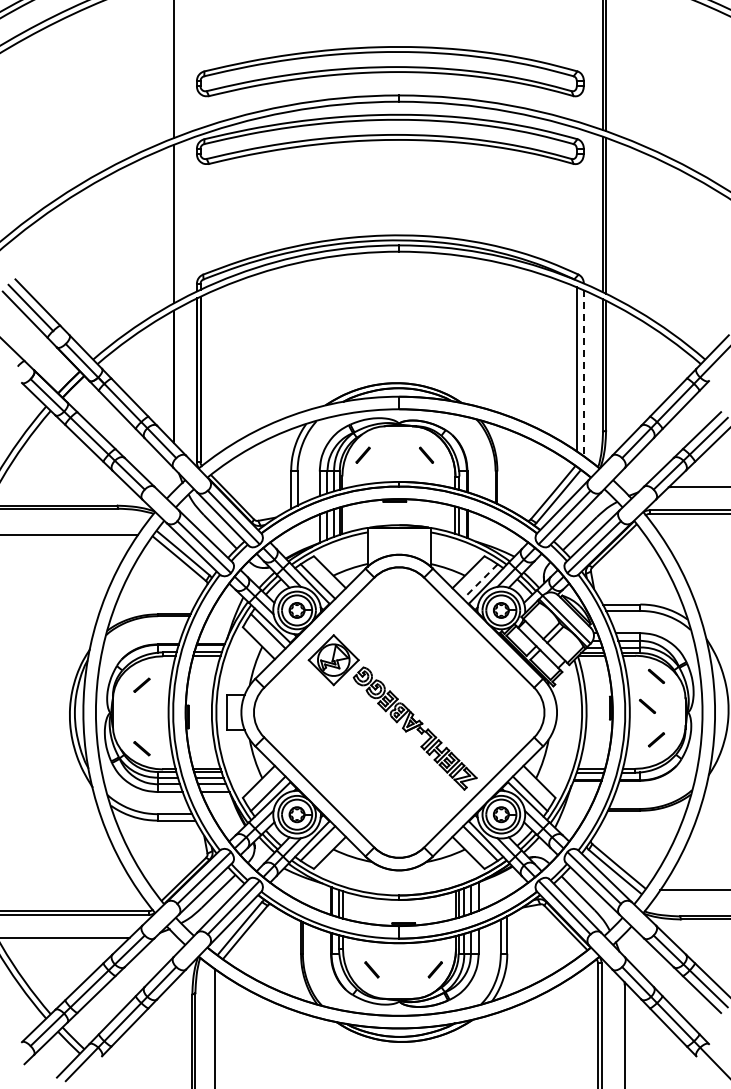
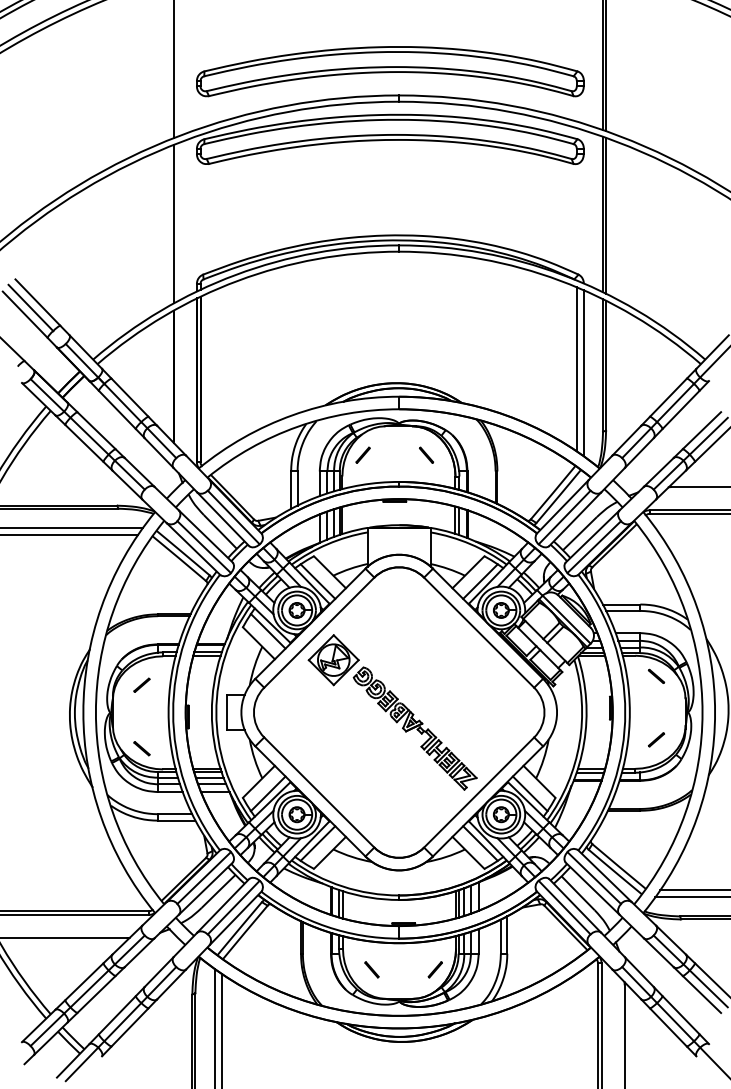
line at (583, 373): dashed -> solid
line at (72, 527): none -> present
line at (480, 581): dashed -> solid
line at (647, 705): present -> none
line at (691, 897): none -> present
line at (221, 1029): none -> present
